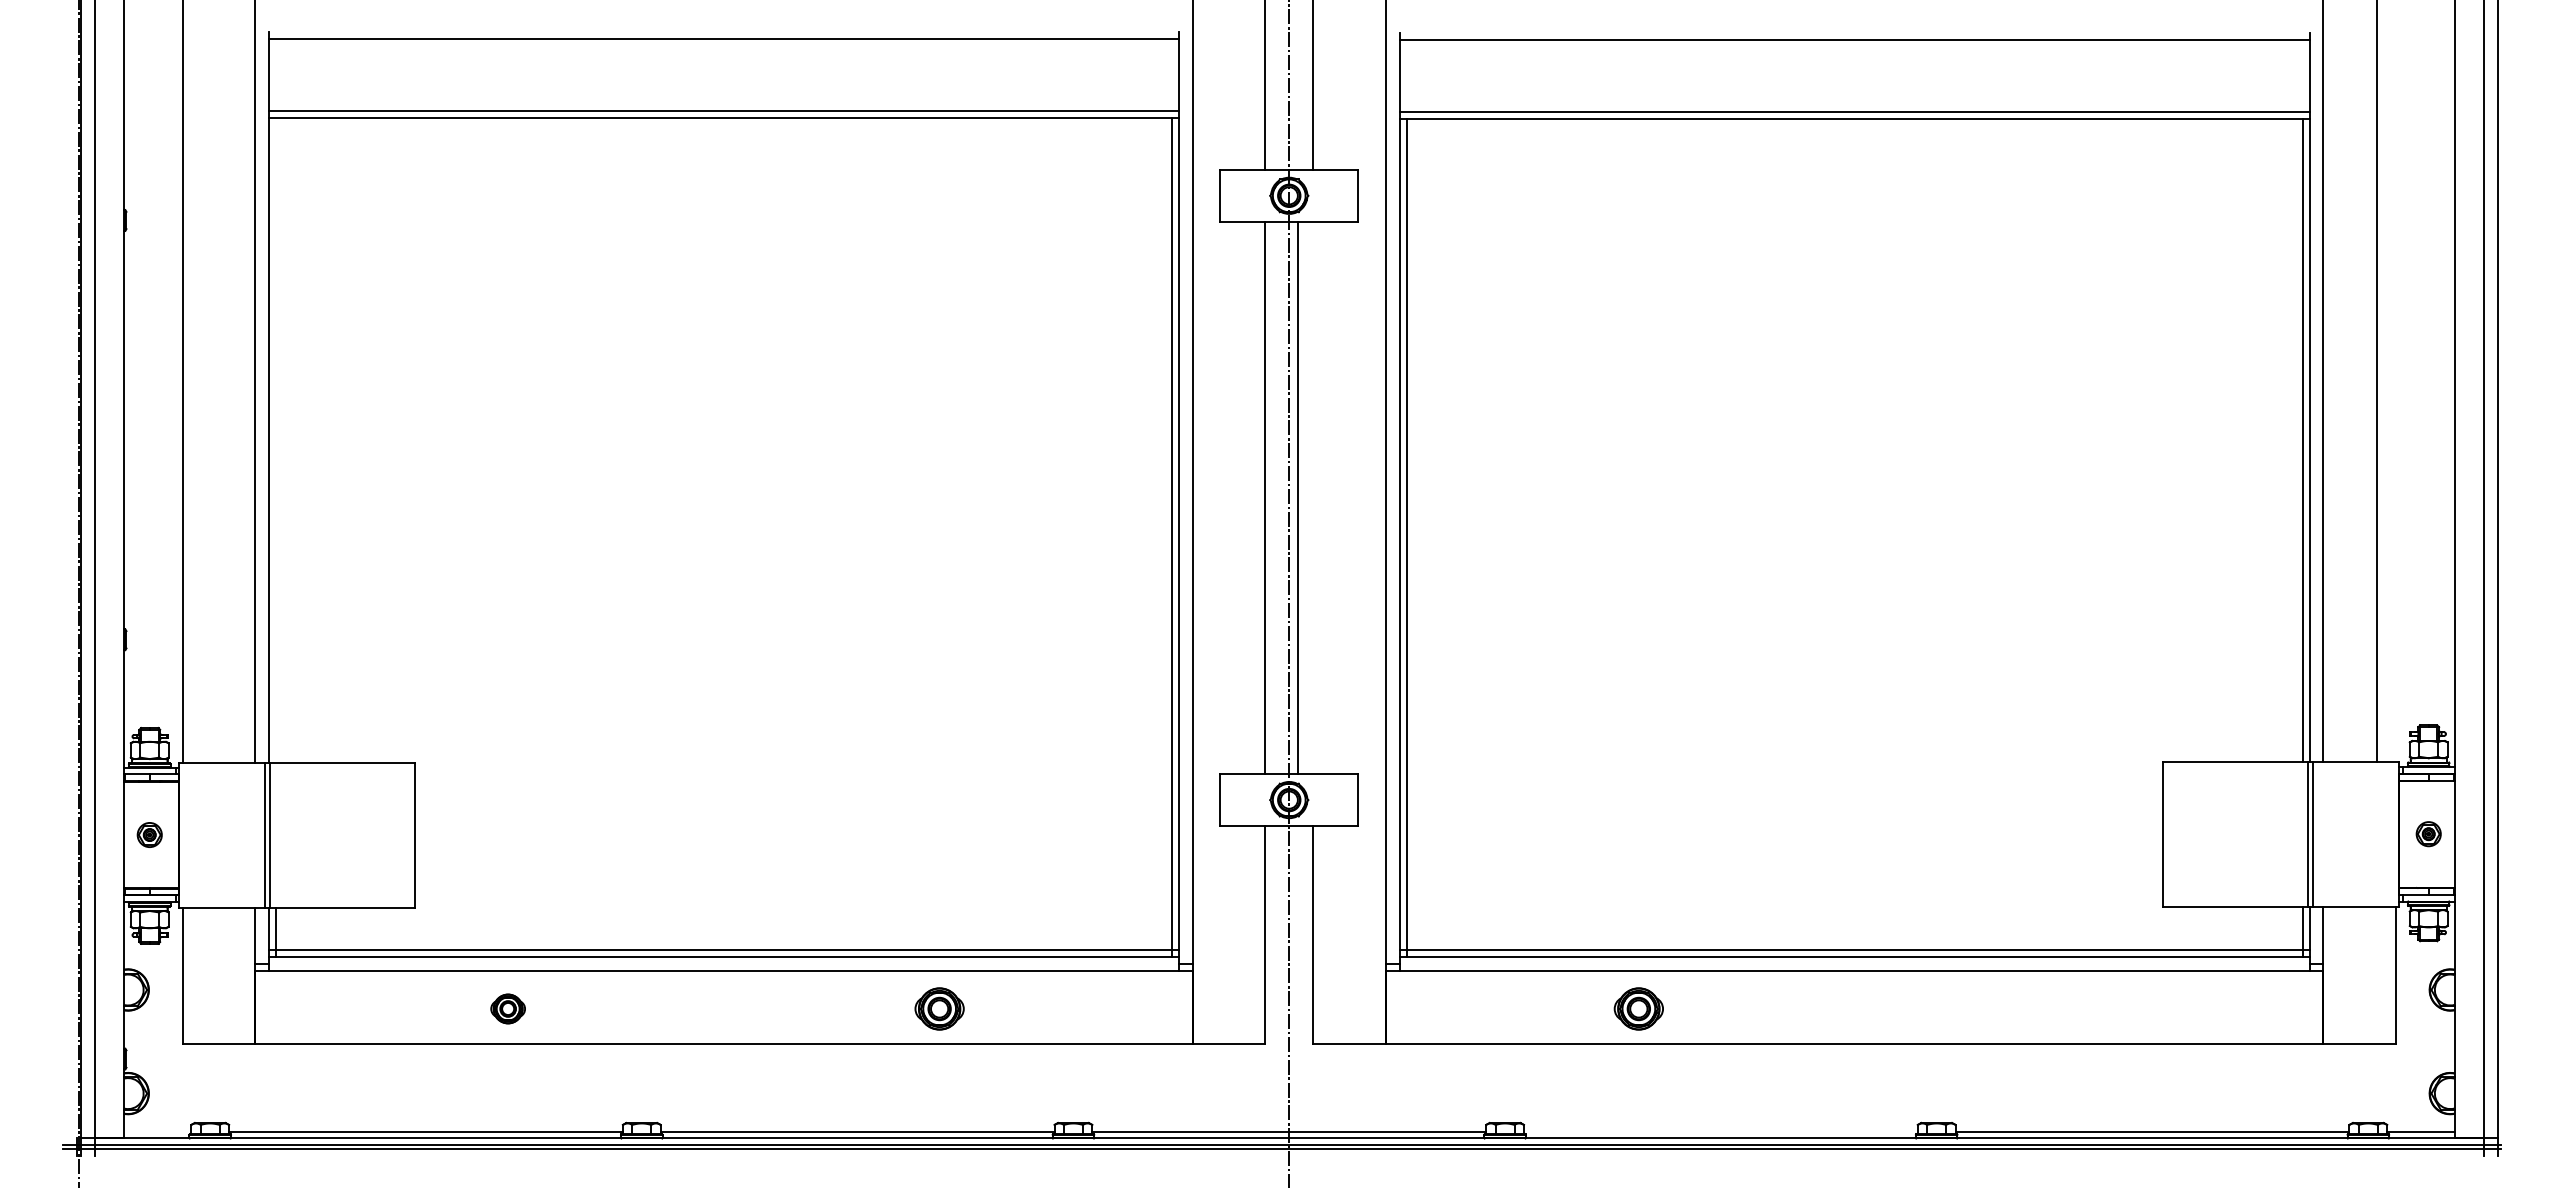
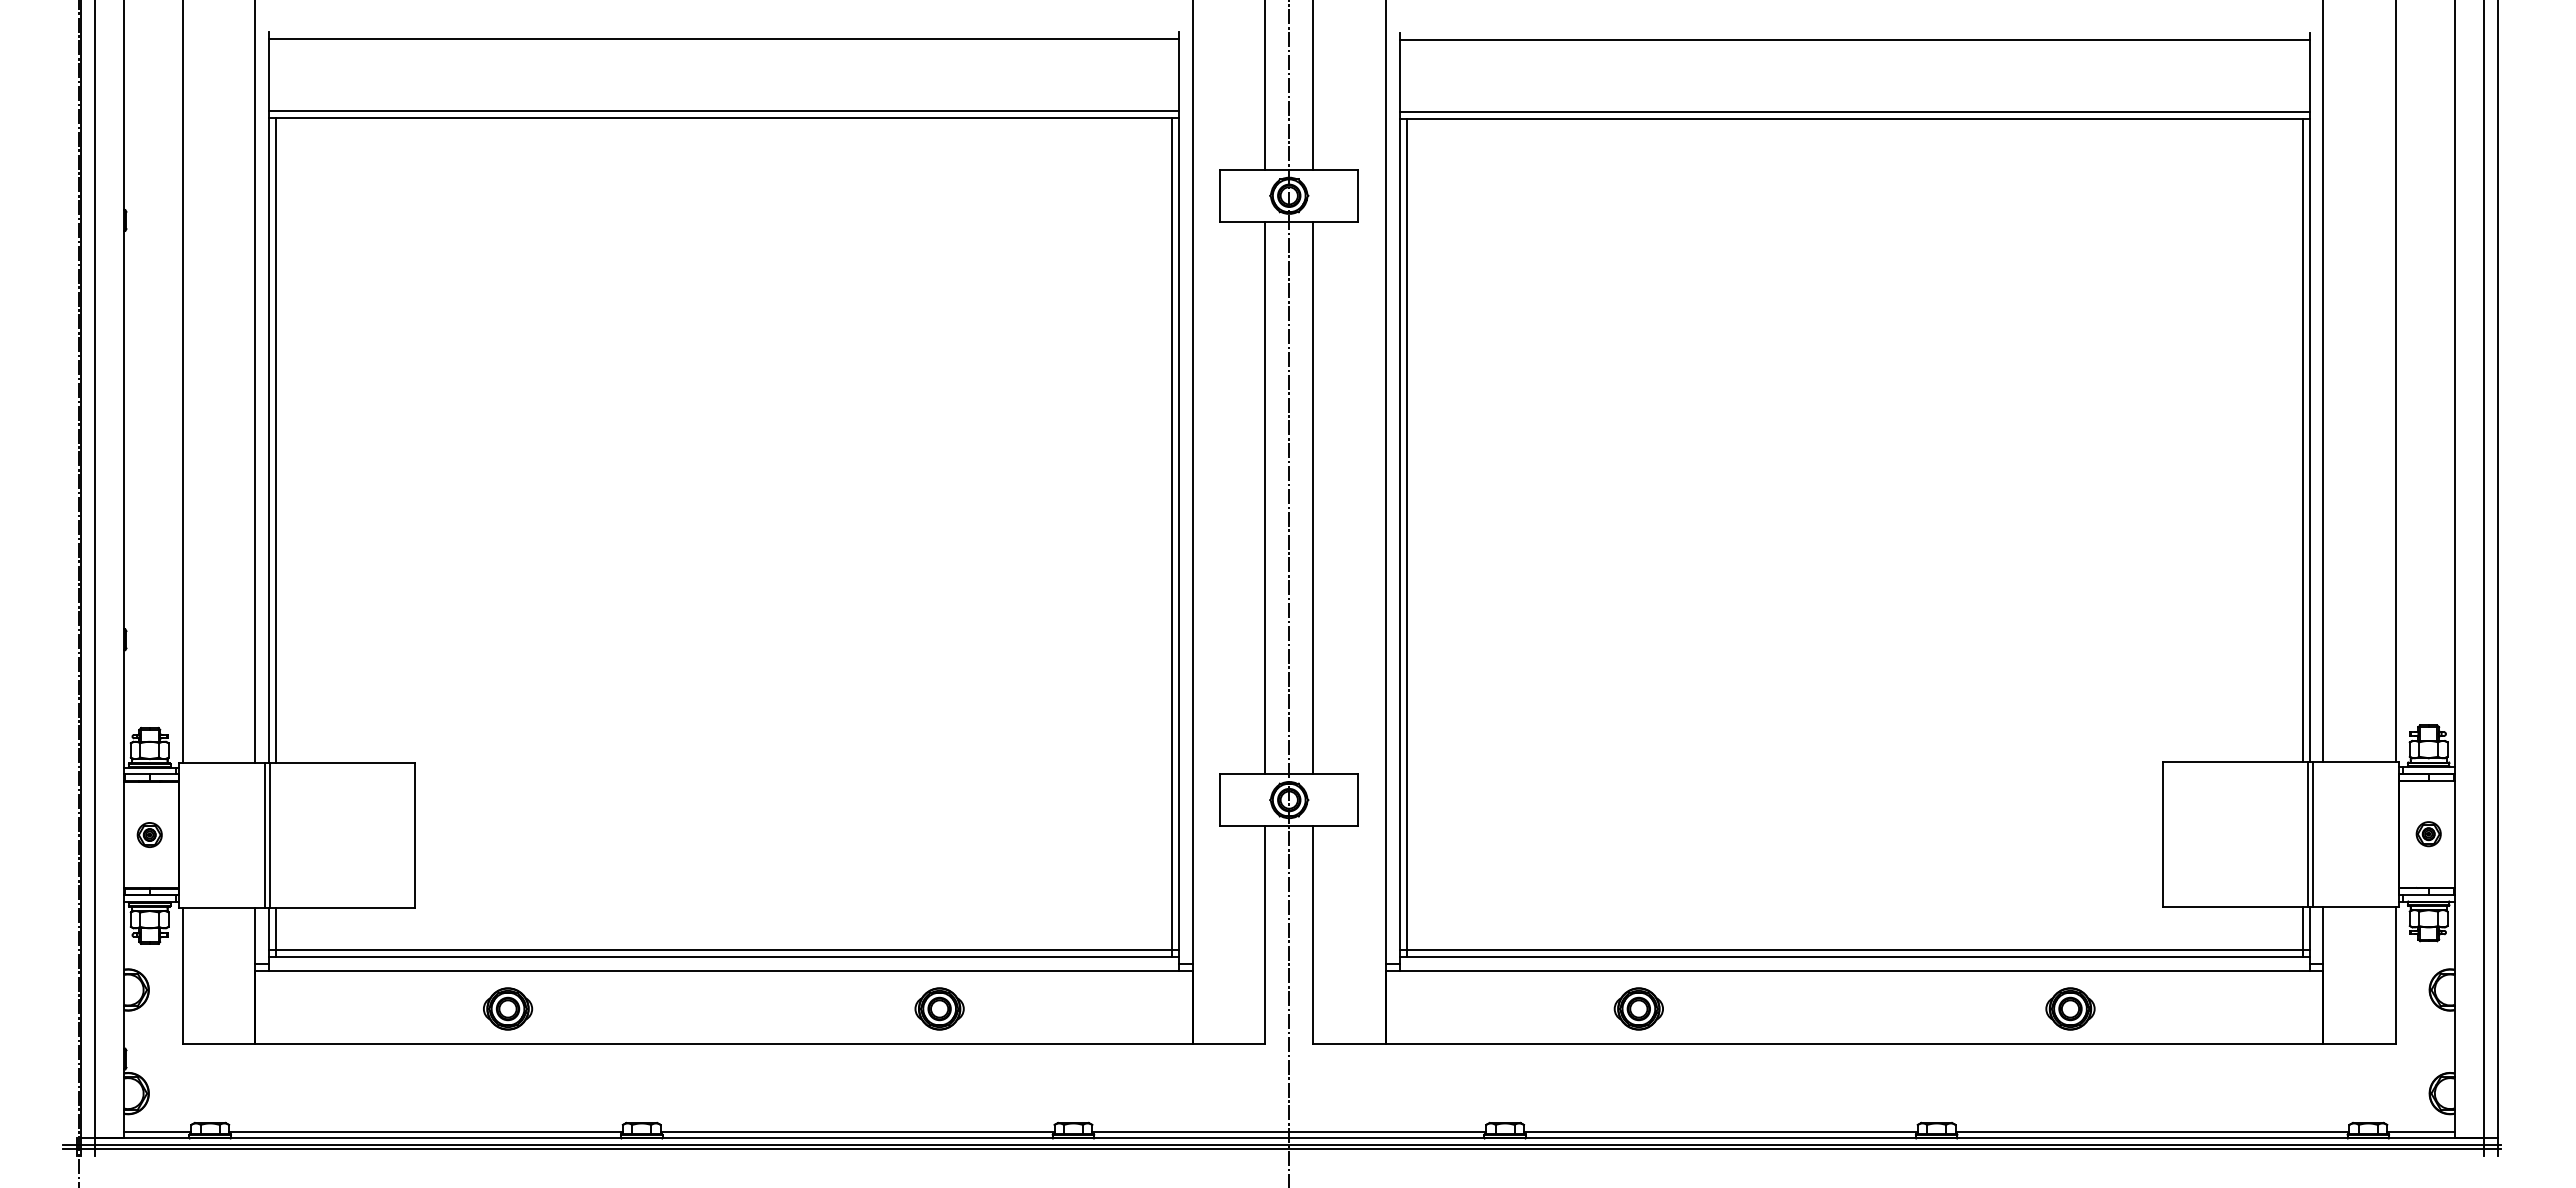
line at (2376, 381) position: (2376, 381) -> (2395, 381)
line at (275, 440): none -> present
line at (1298, 497) position: (1298, 497) -> (1313, 497)
part at (507, 1008) size: 36x32 px -> 51x44 px
part at (2070, 1008): none -> present
line at (157, 1131): none -> present
line at (1720, 1131): none -> present
